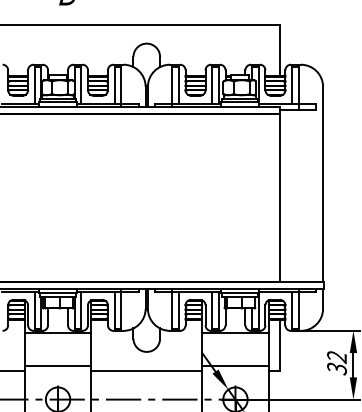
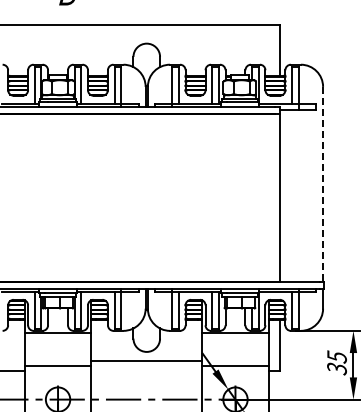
line at (323, 184): solid -> dashed
text at (336, 357): 32 -> 35
line at (146, 370) position: (146, 370) -> (146, 360)
